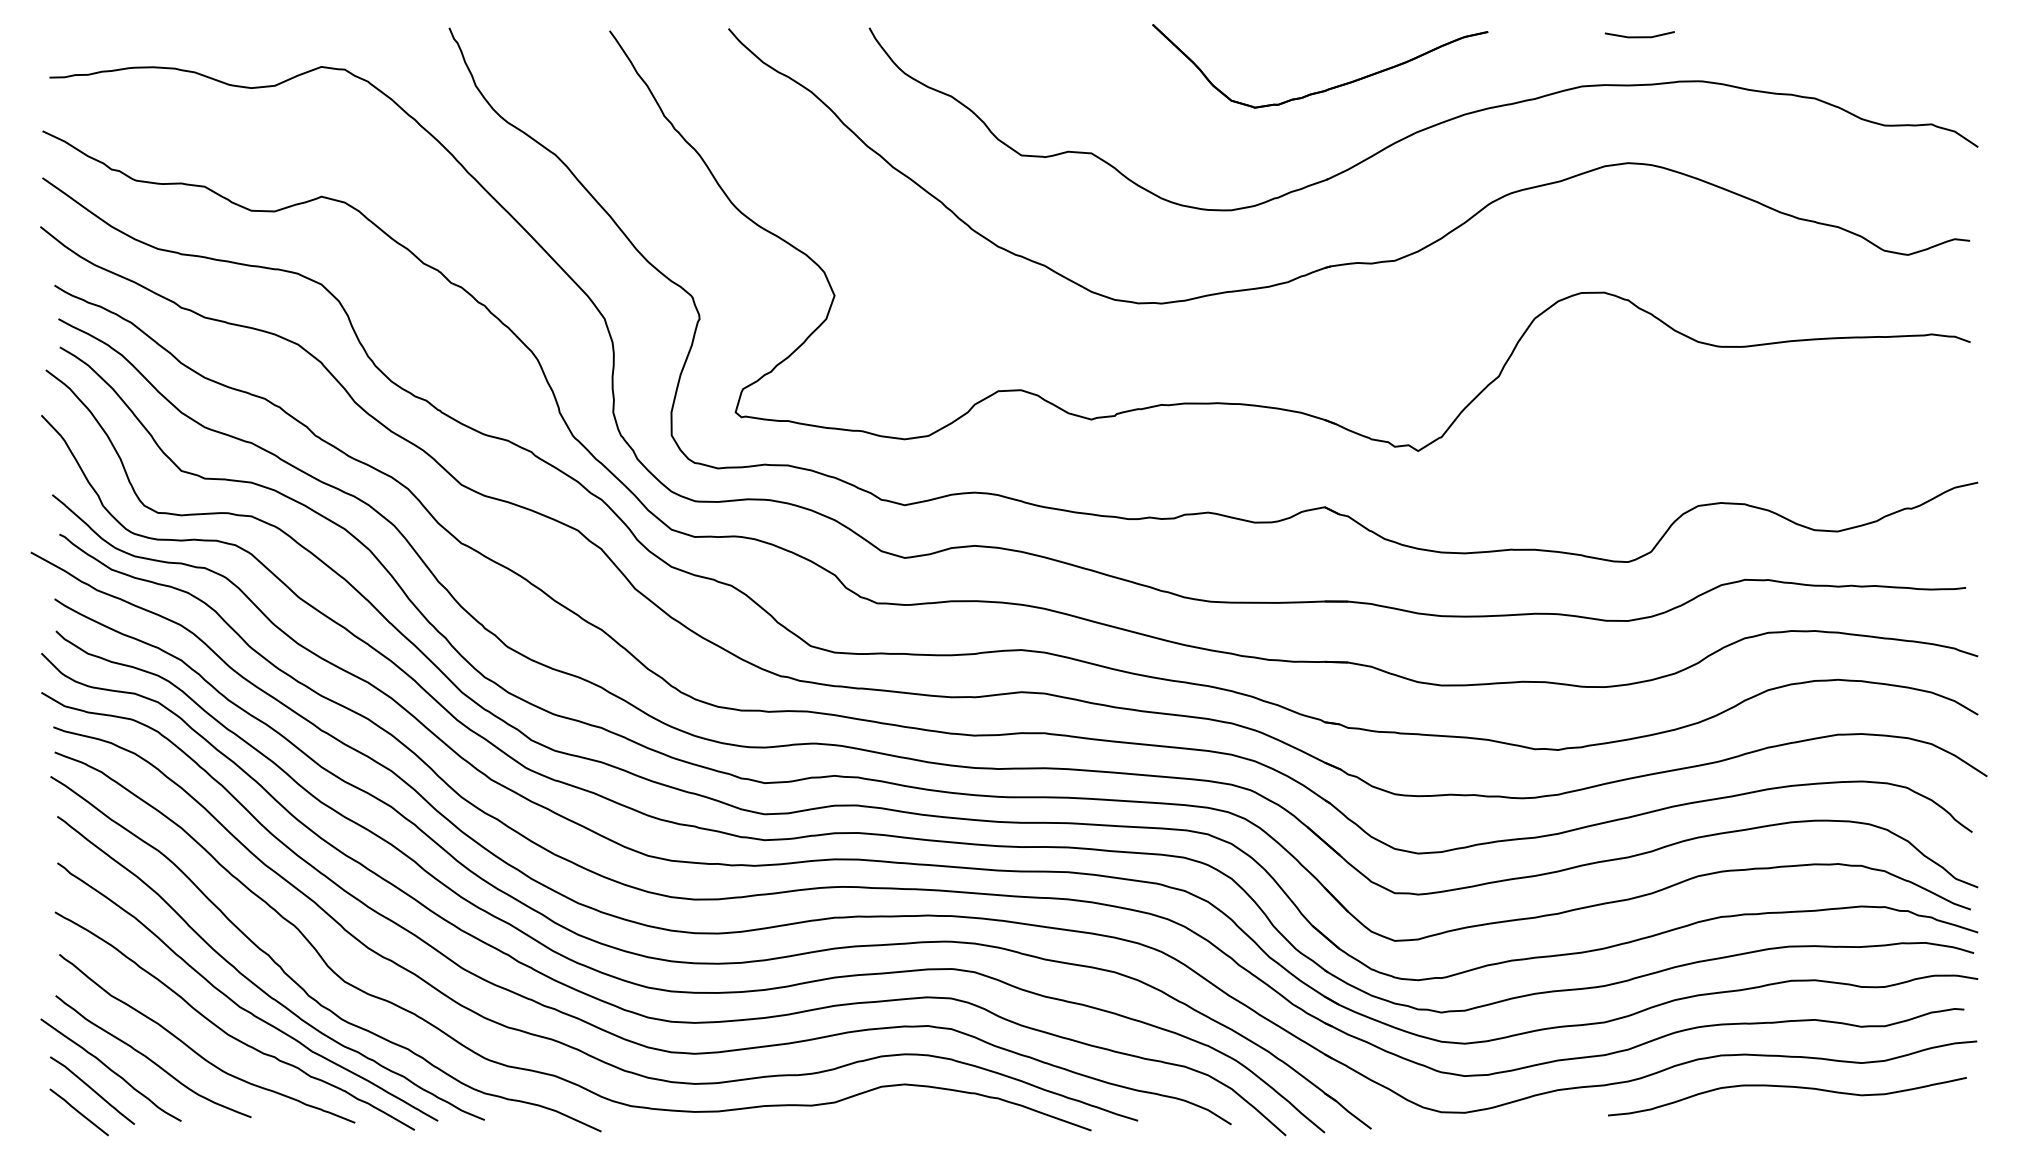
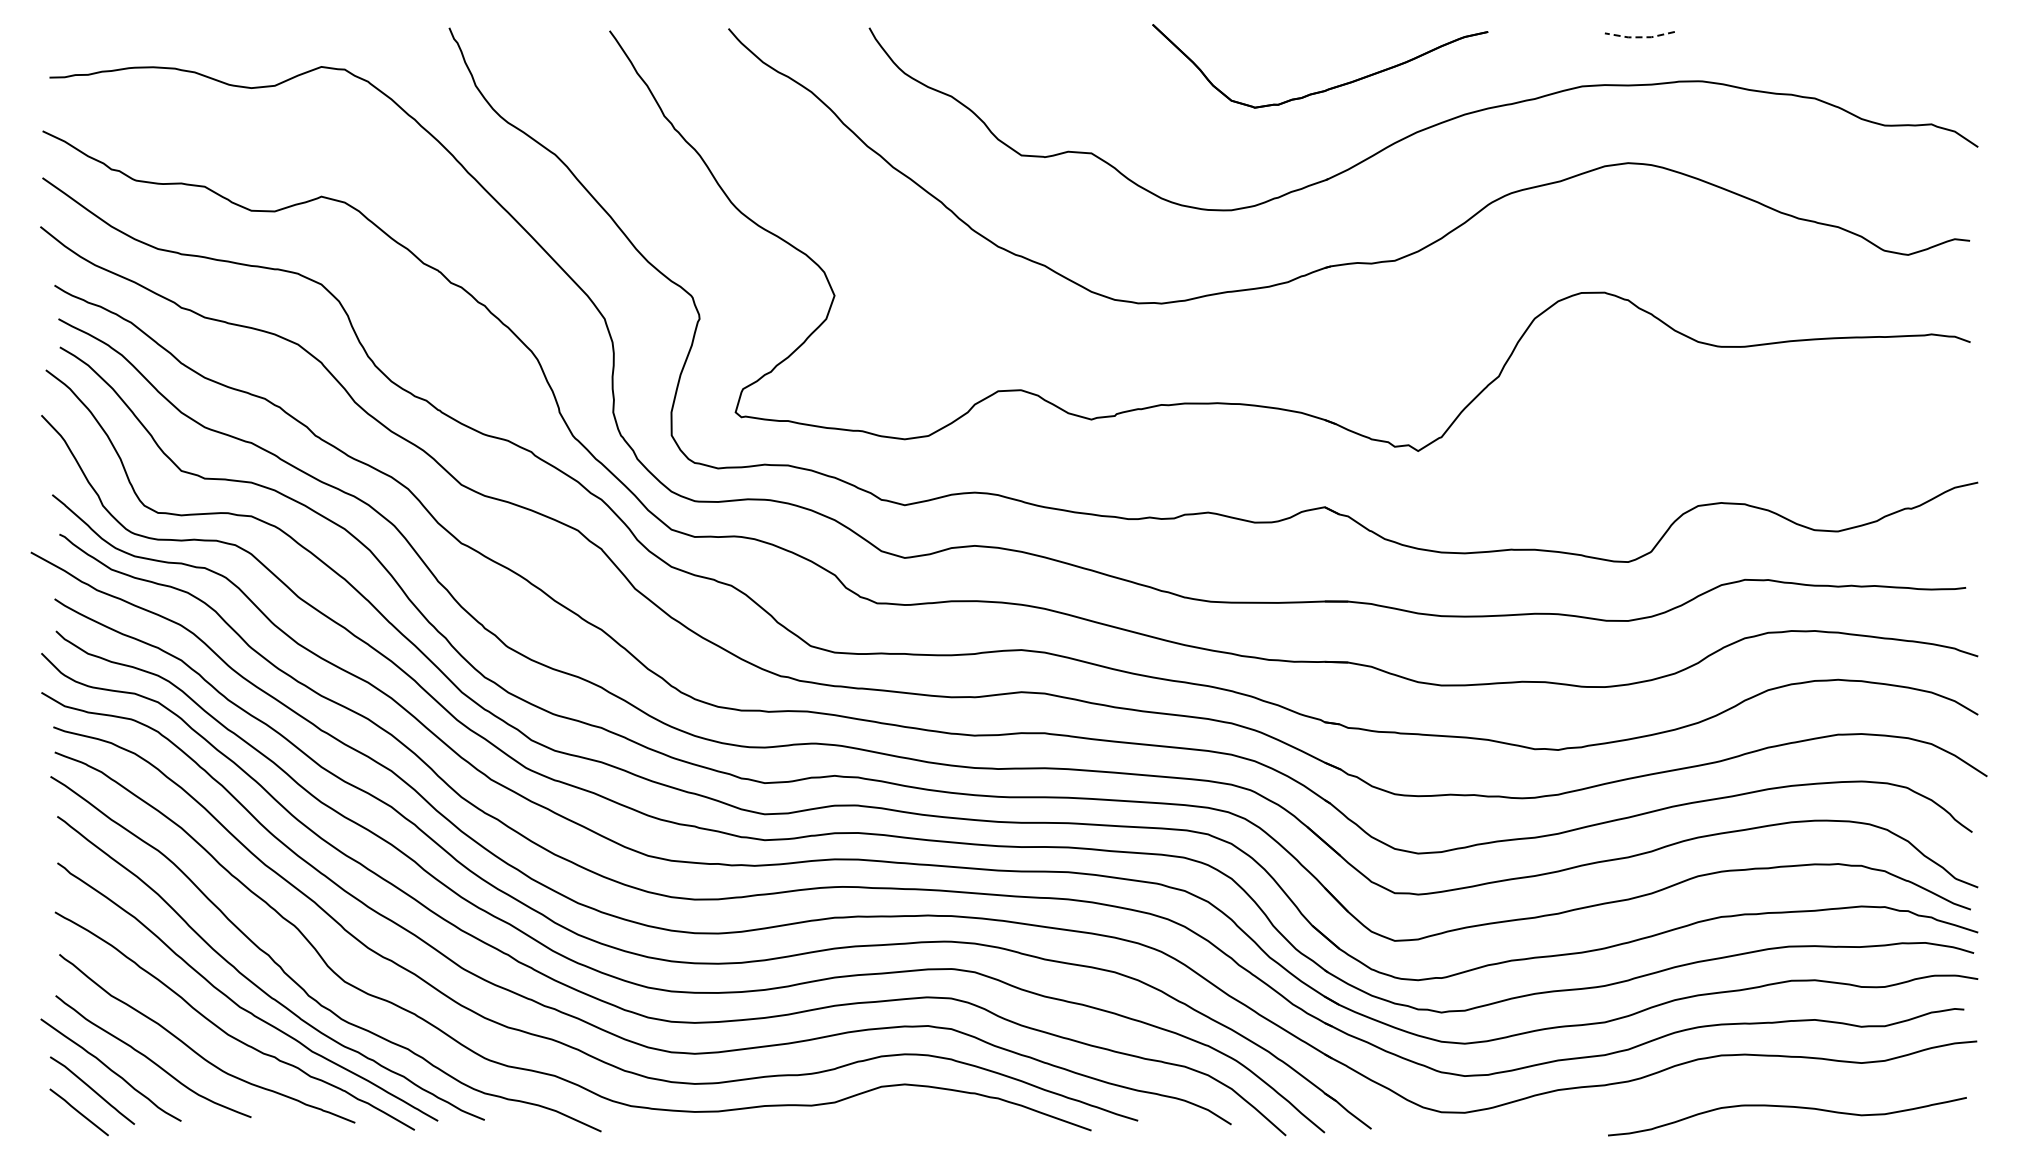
line at (1639, 37): solid -> dashed
curve at (1787, 1087) position: (1787, 1087) -> (1787, 1107)
